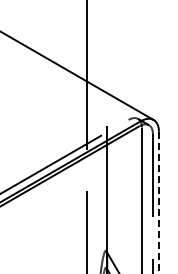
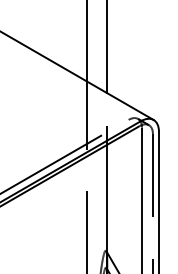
line at (107, 47): none -> present
line at (158, 202): dashed -> solid
